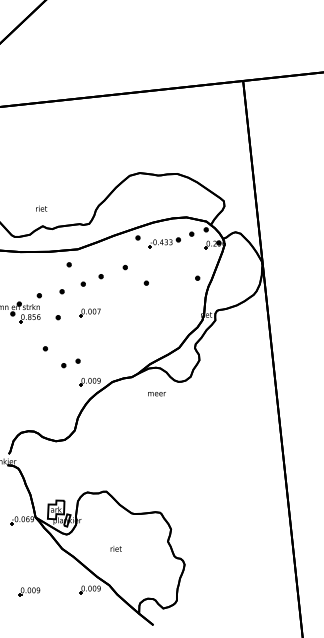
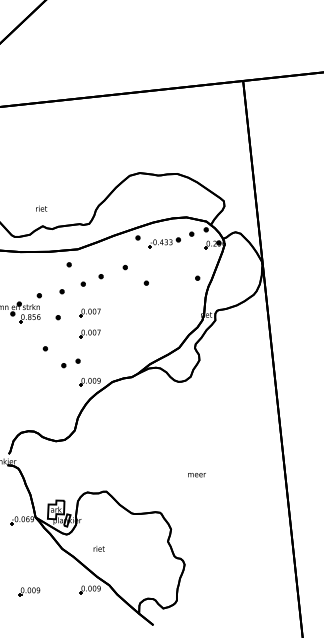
part at (89, 333): none -> present
text at (156, 394) position: (156, 394) -> (196, 475)
text at (115, 548) position: (115, 548) -> (98, 548)
